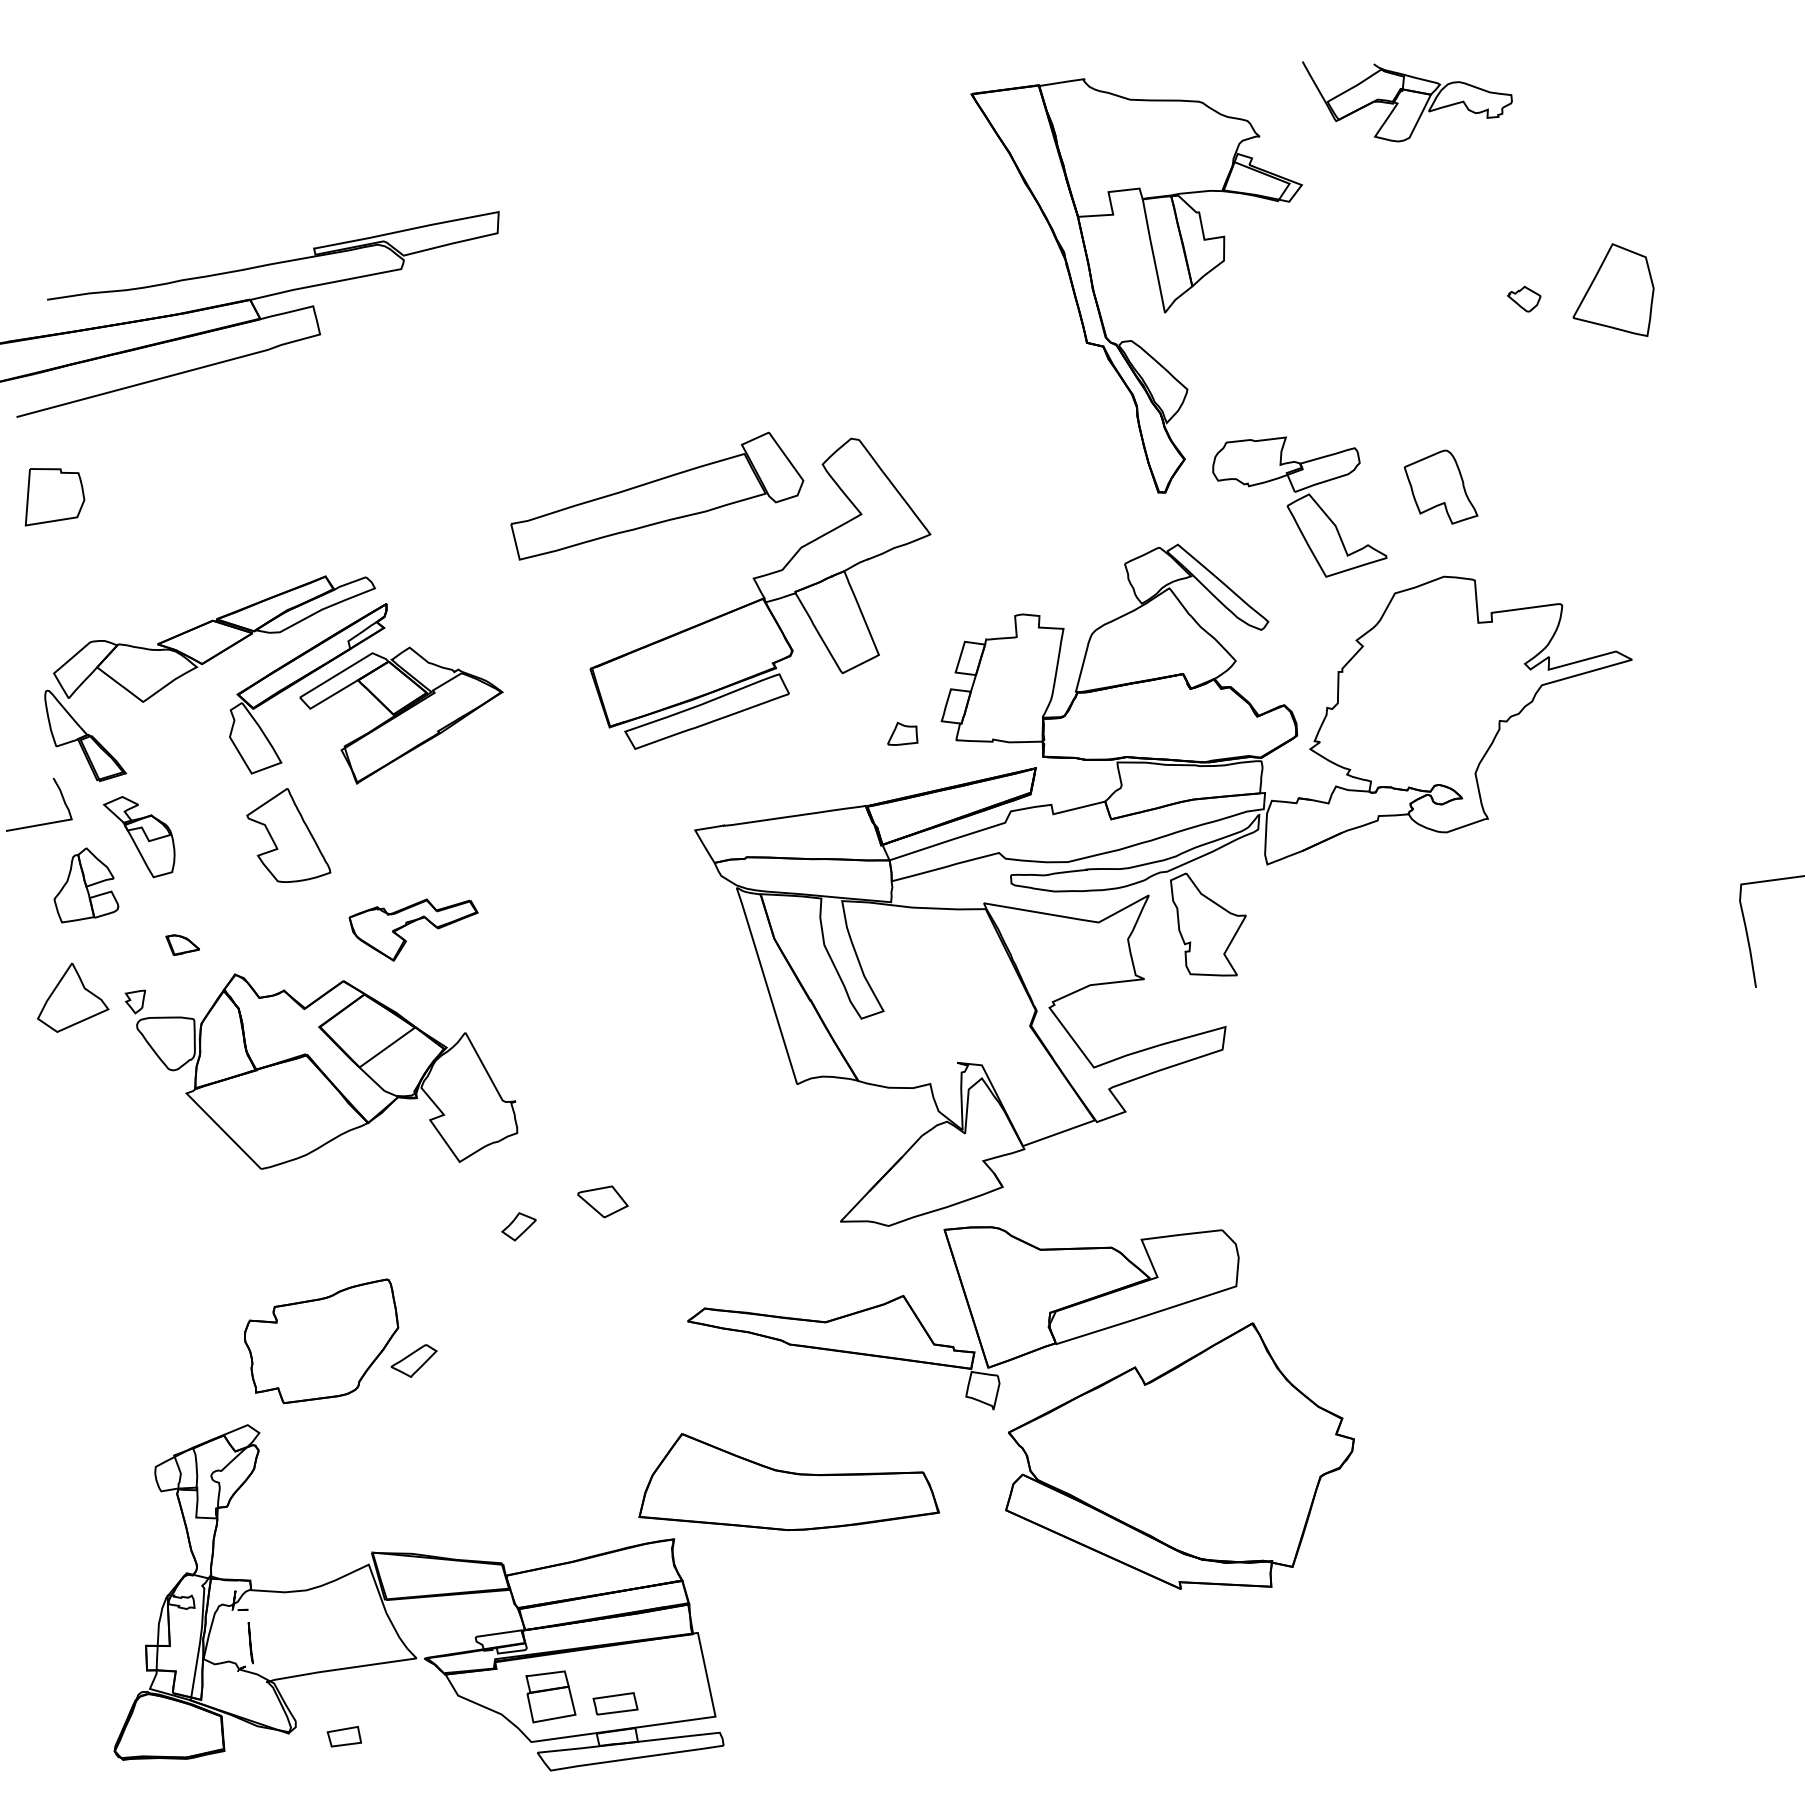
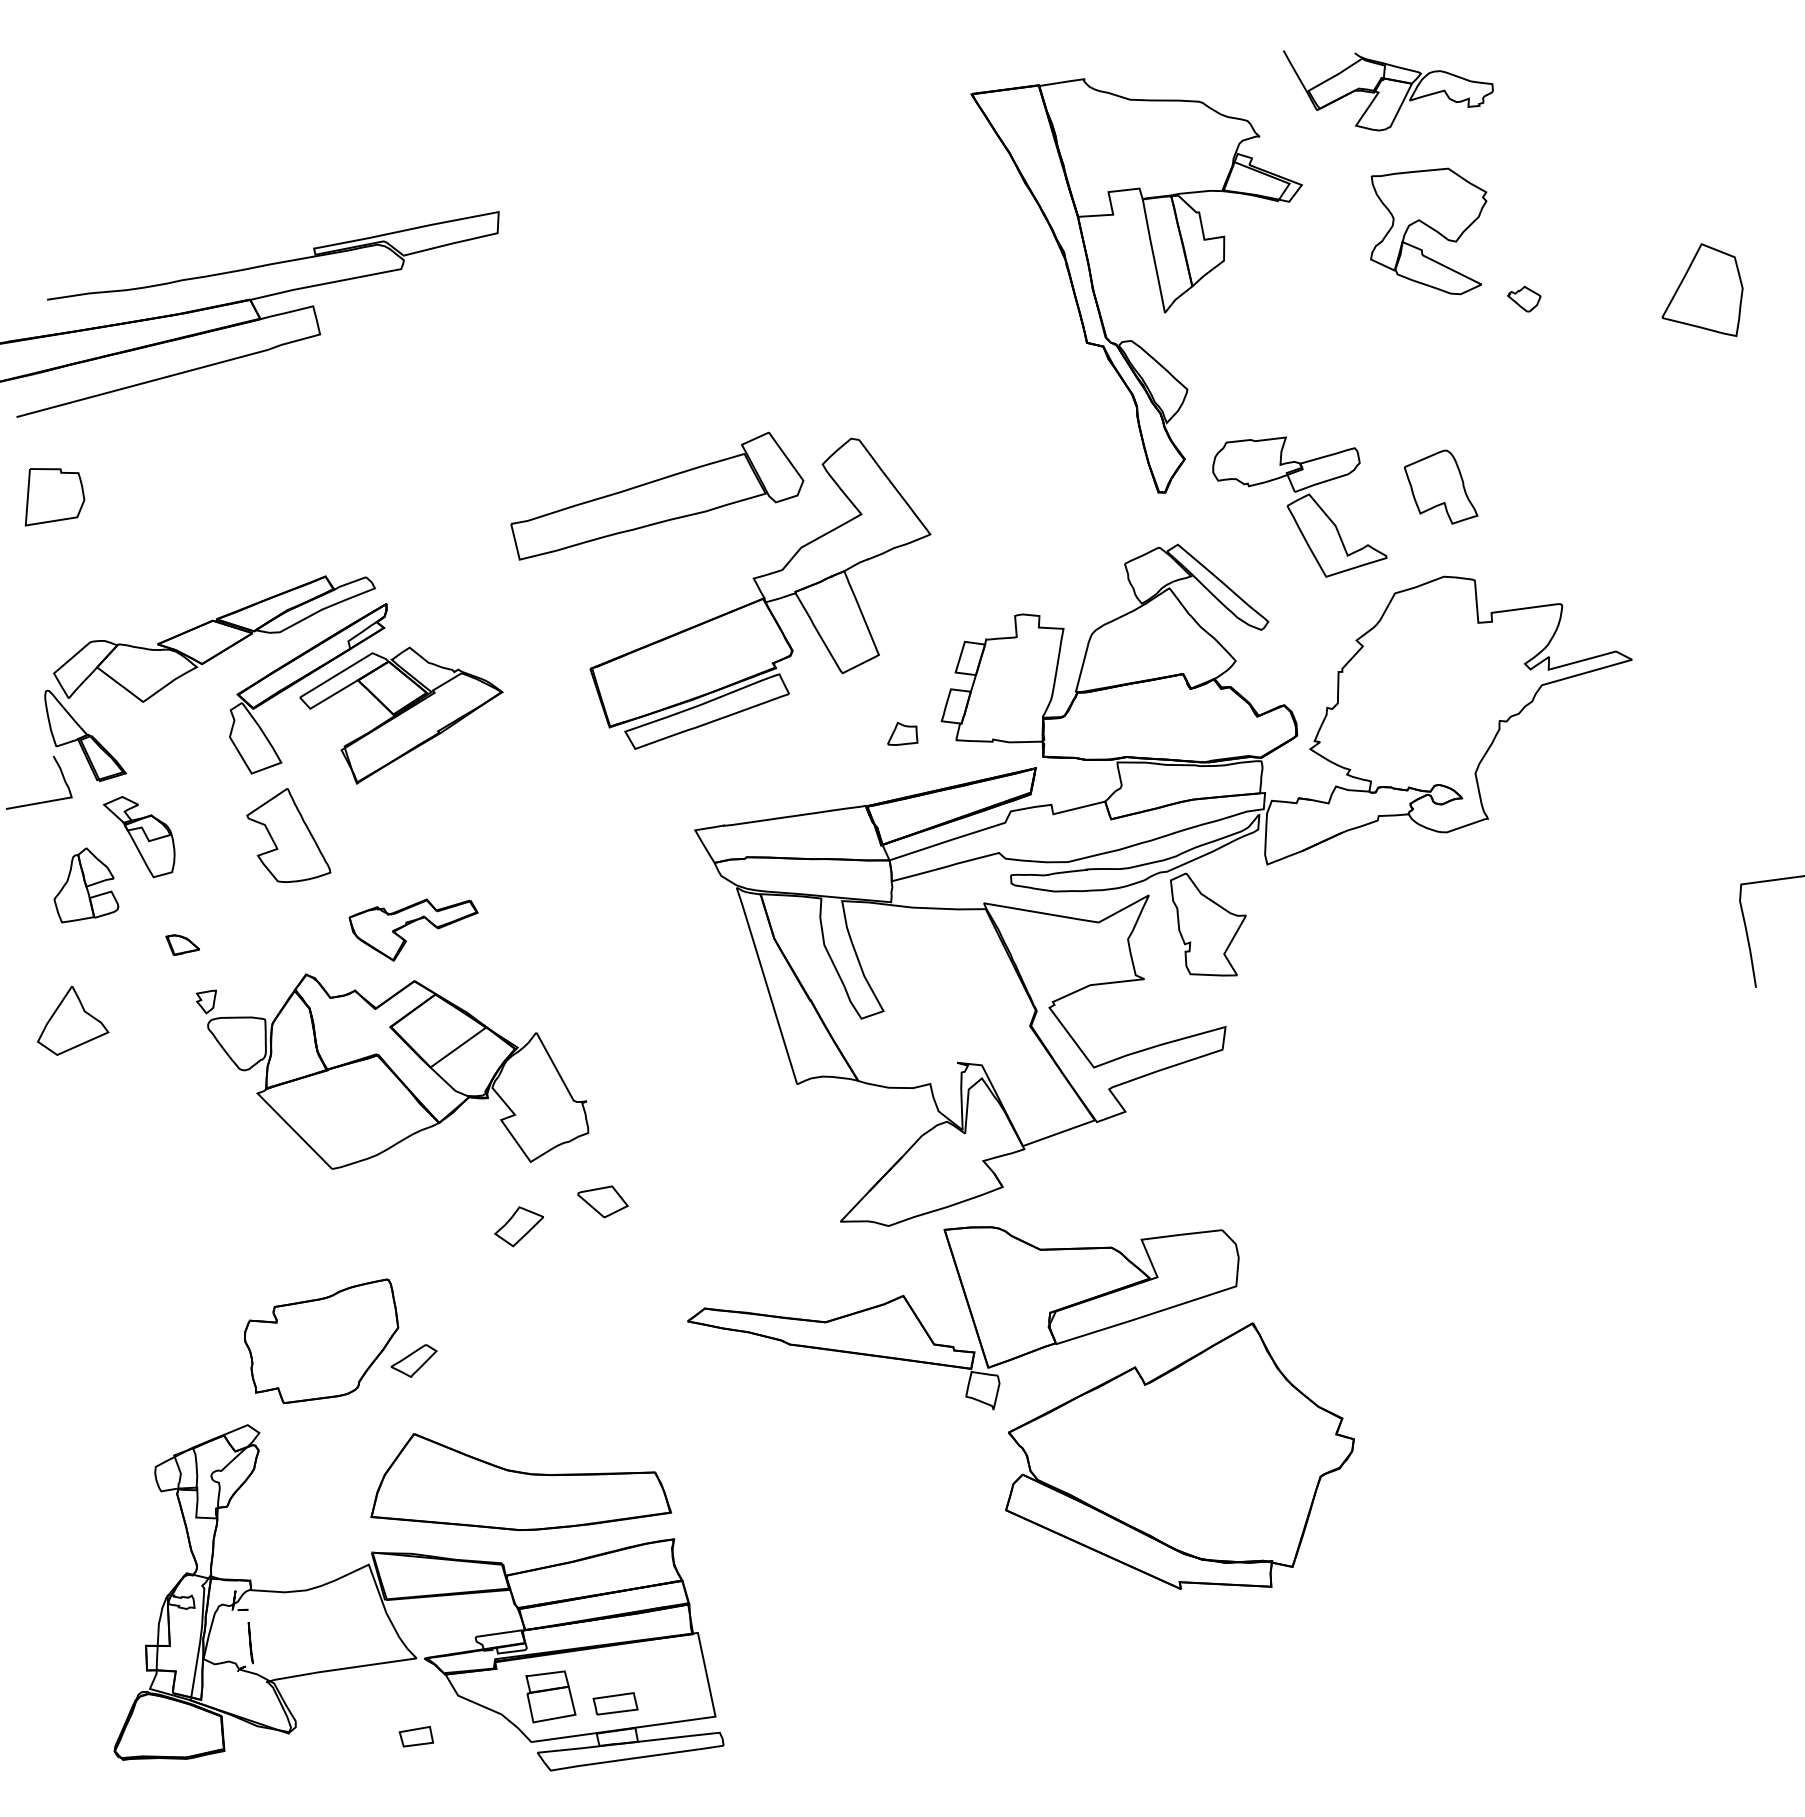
part at (1407, 101) position: (1407, 101) -> (1388, 90)
part at (1428, 231): none -> present
part at (1613, 289) position: (1613, 289) -> (1702, 289)
curve at (41, 823) position: (41, 823) -> (41, 801)
part at (73, 997) position: (73, 997) -> (73, 1020)
part at (321, 1071) position: (321, 1071) -> (392, 1071)
part at (518, 1226) size: 36x30 px -> 50x42 px
part at (789, 1482) position: (789, 1482) -> (521, 1482)
part at (344, 1736) position: (344, 1736) -> (416, 1736)
